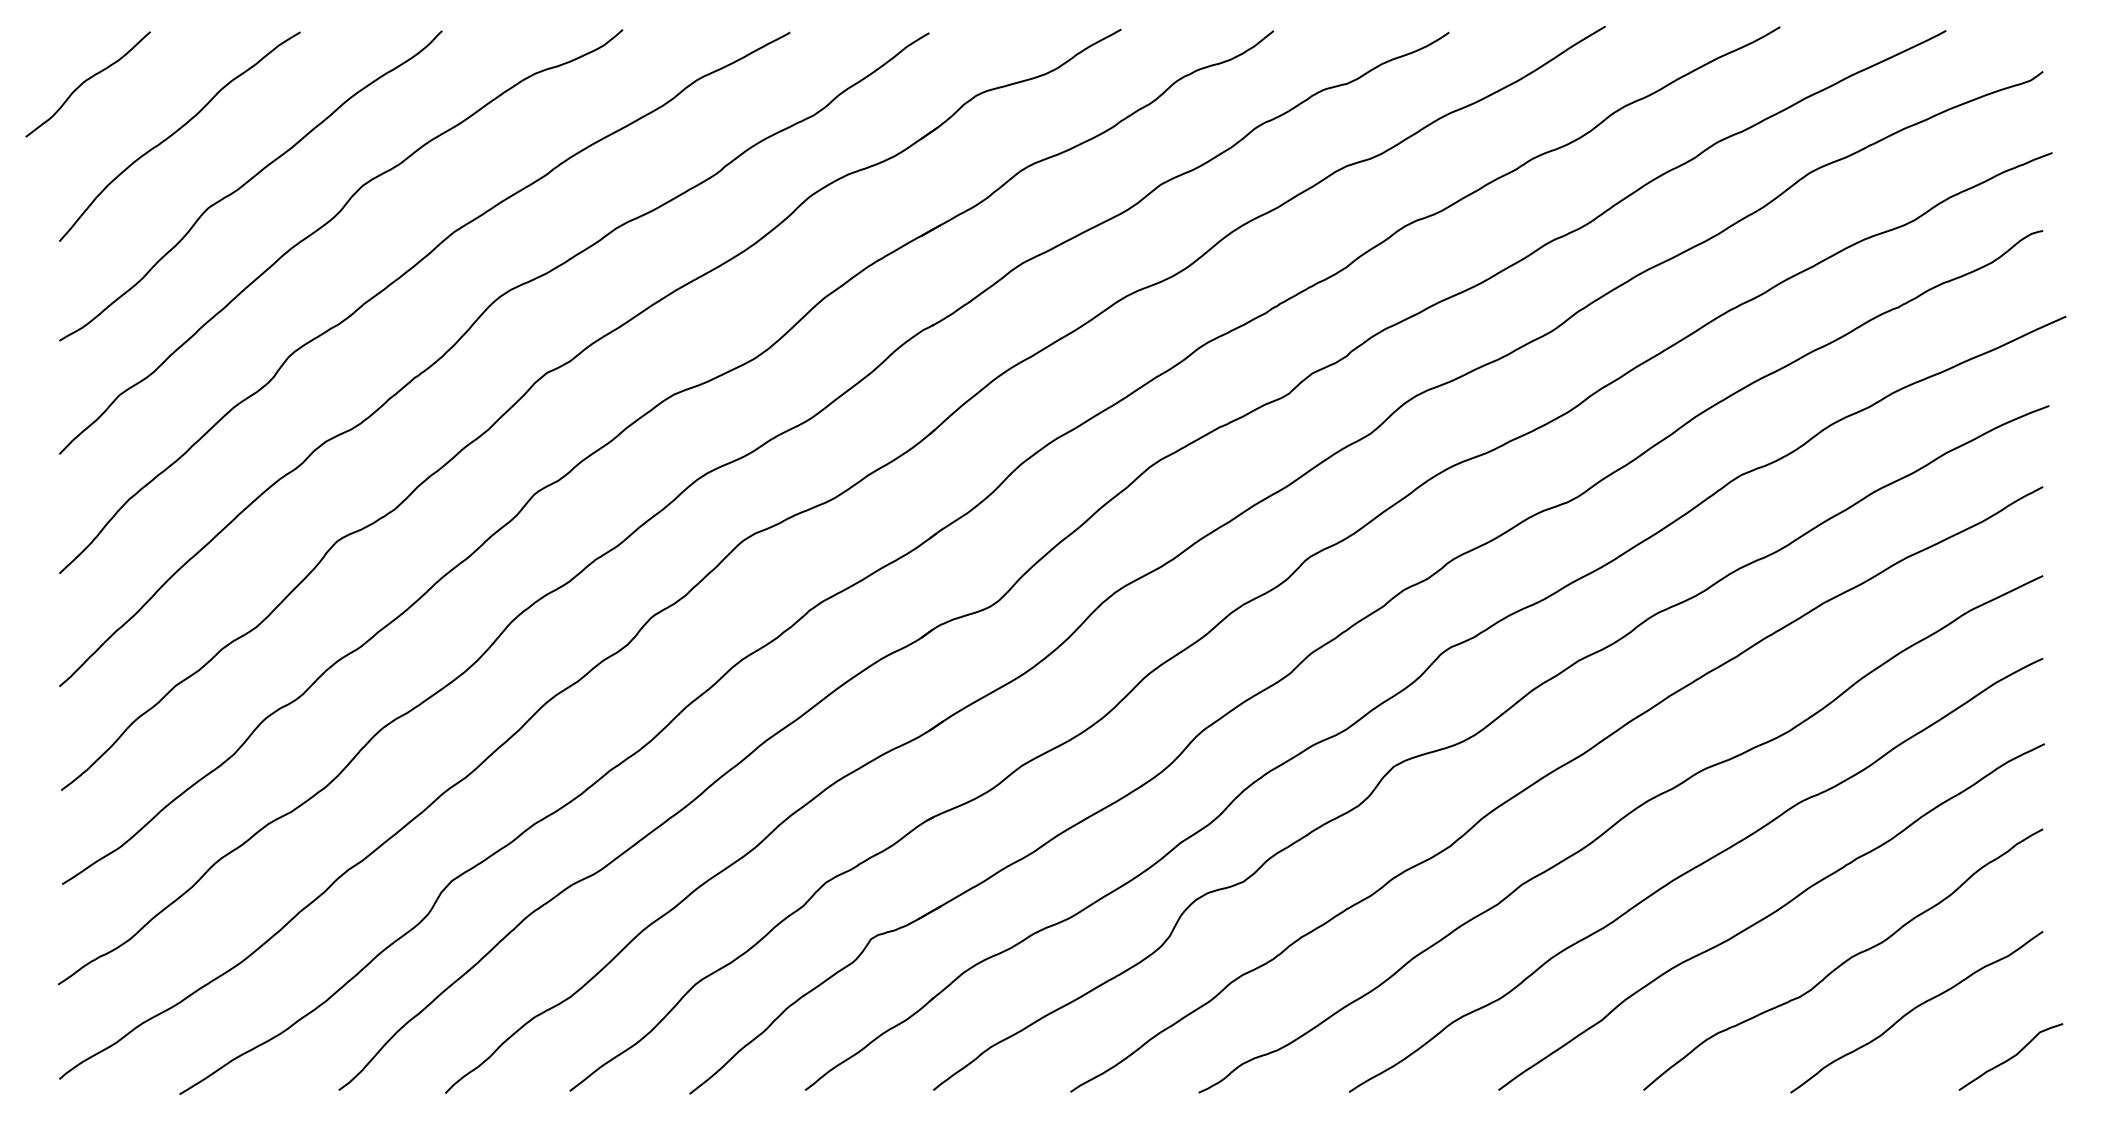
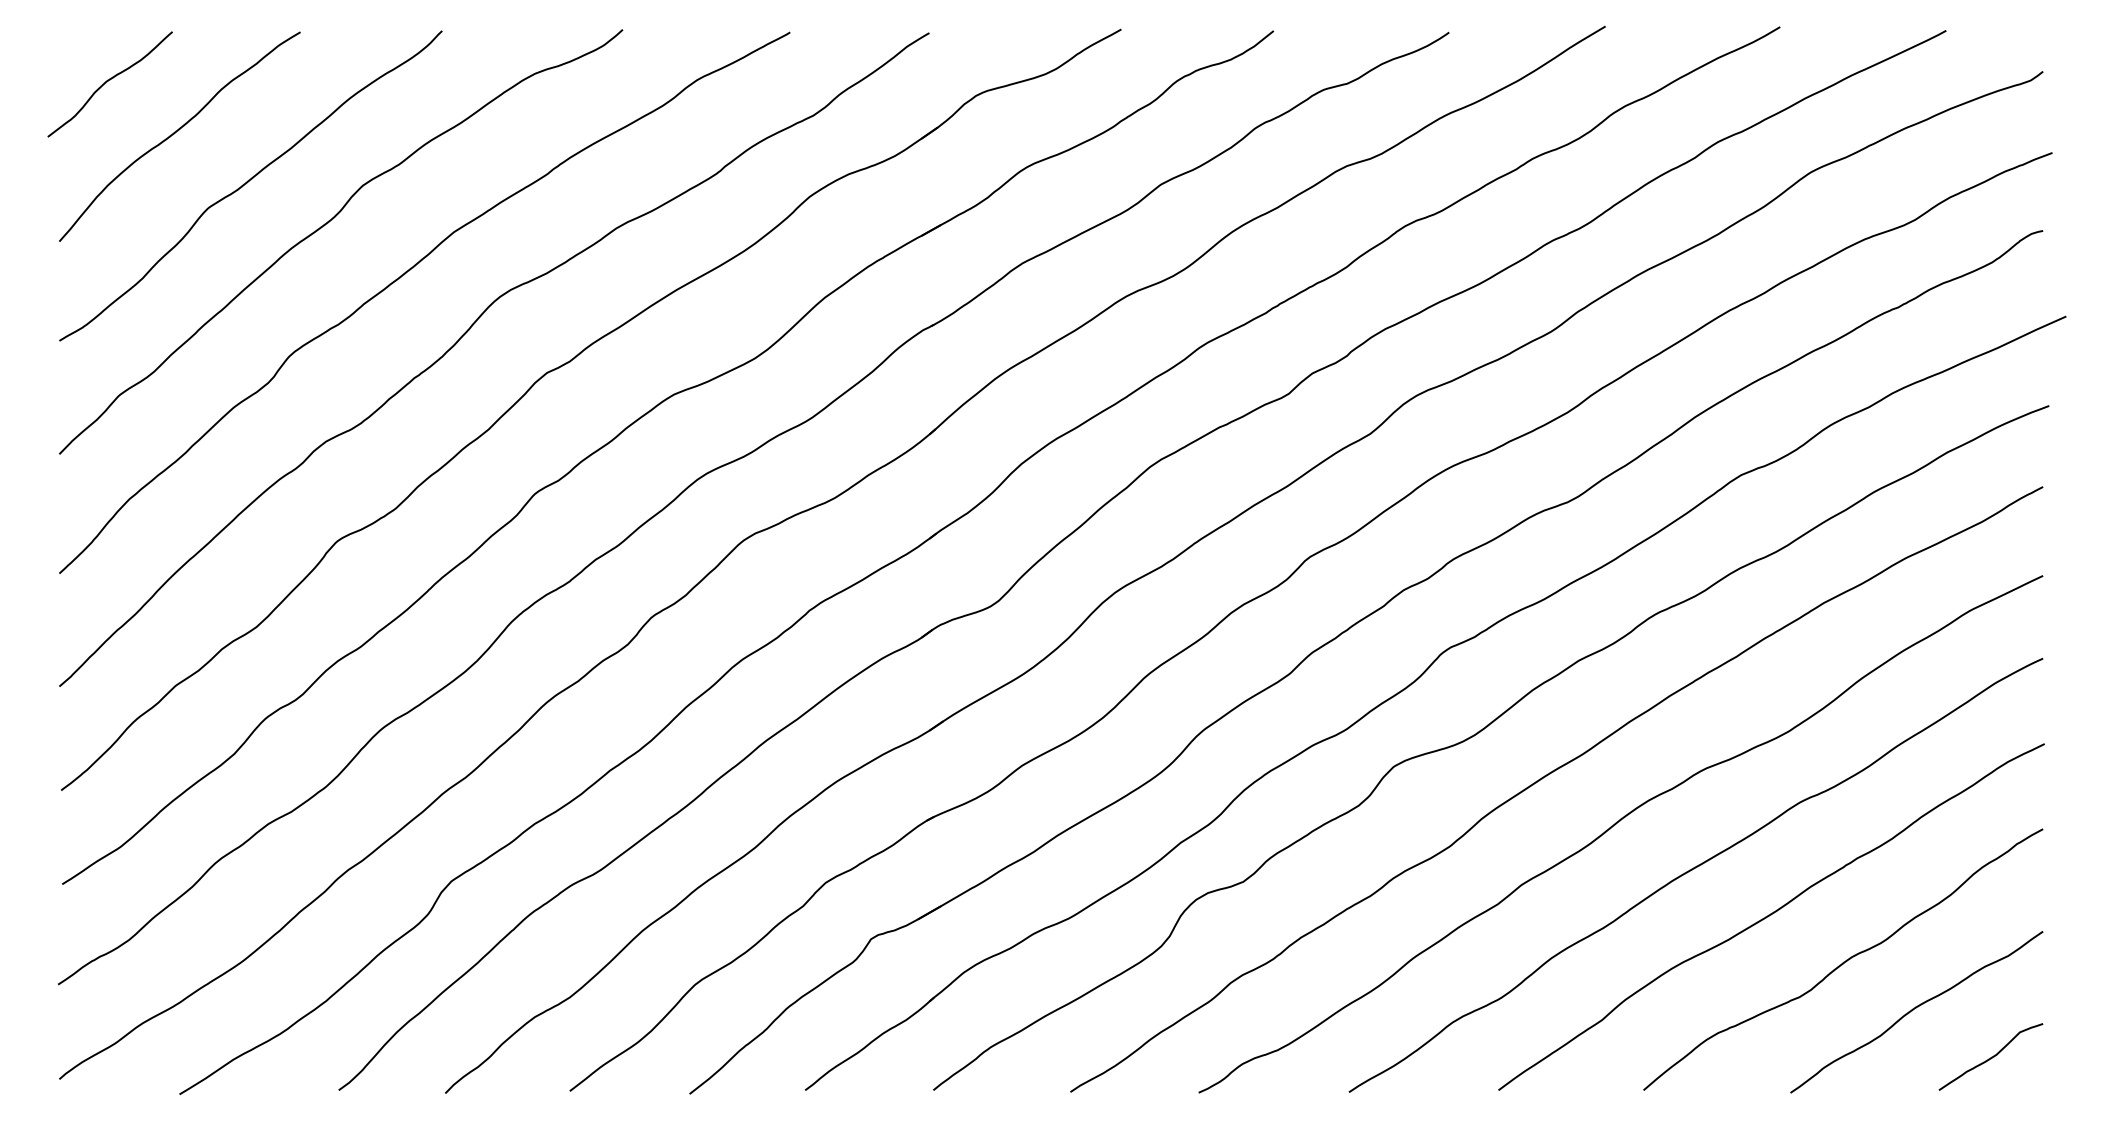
curve at (85, 82) position: (85, 82) -> (107, 82)
curve at (2011, 1056) position: (2011, 1056) -> (1991, 1056)
